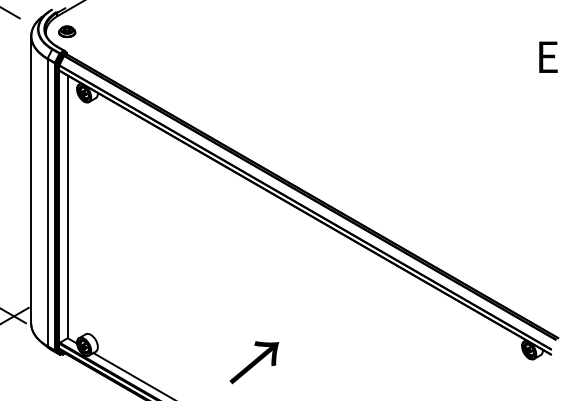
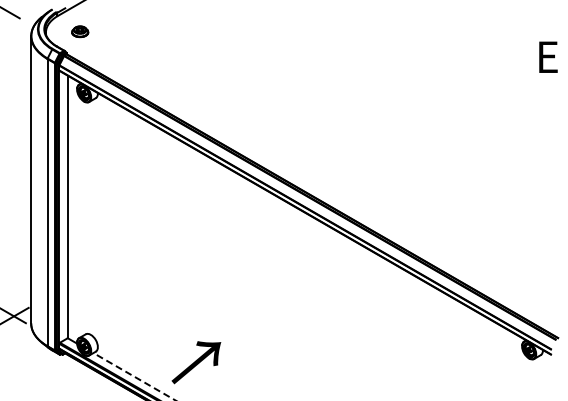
part at (67, 31) position: (67, 31) -> (80, 31)
text at (254, 362) position: (254, 362) -> (196, 362)
line at (134, 376): solid -> dashed
